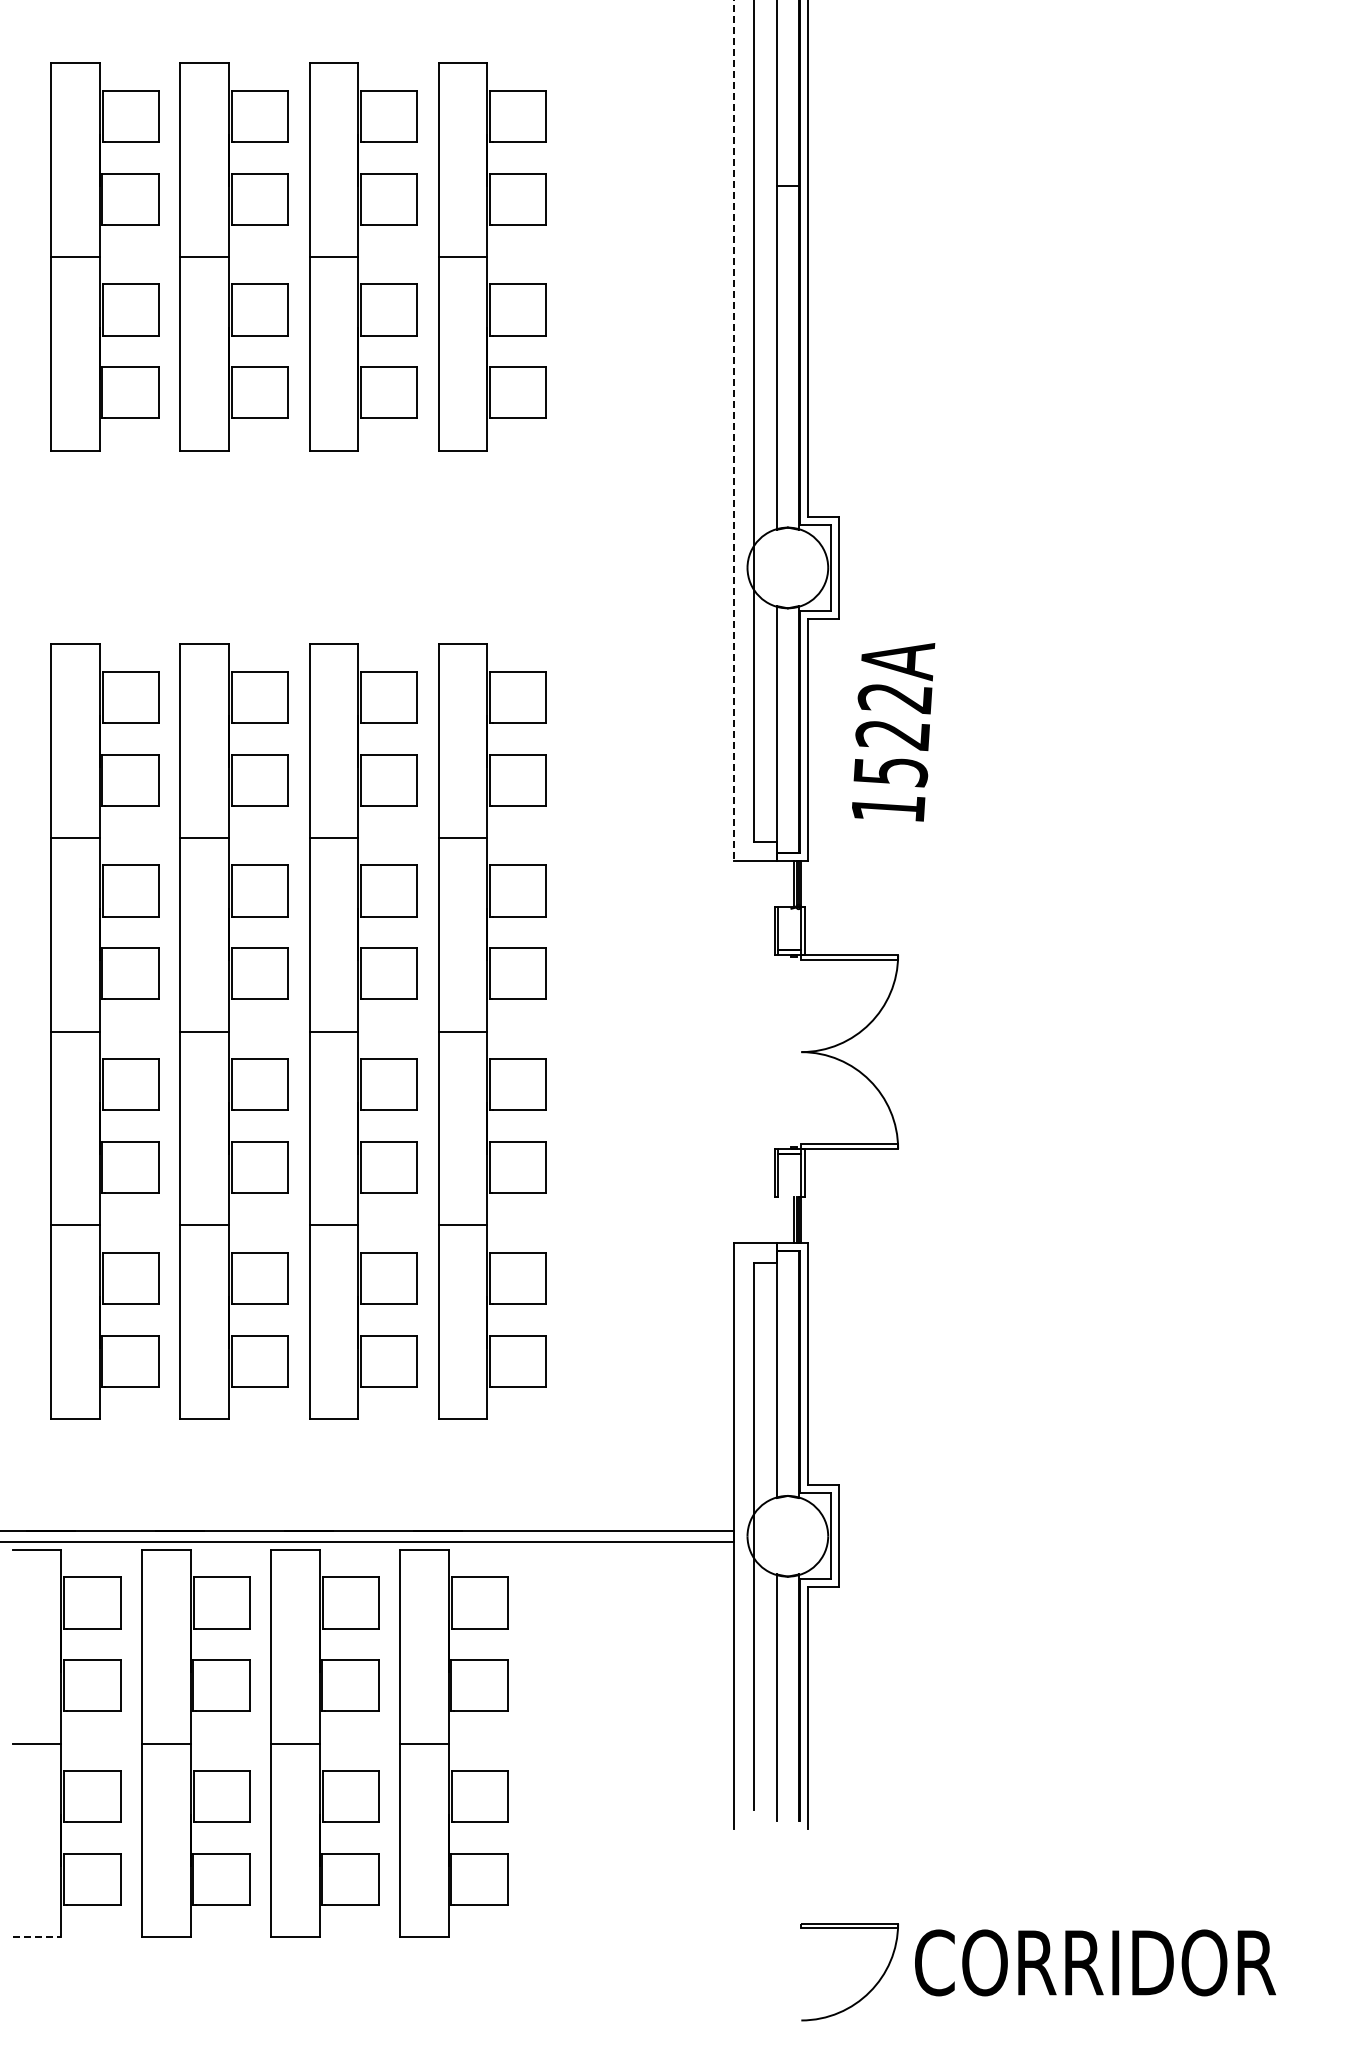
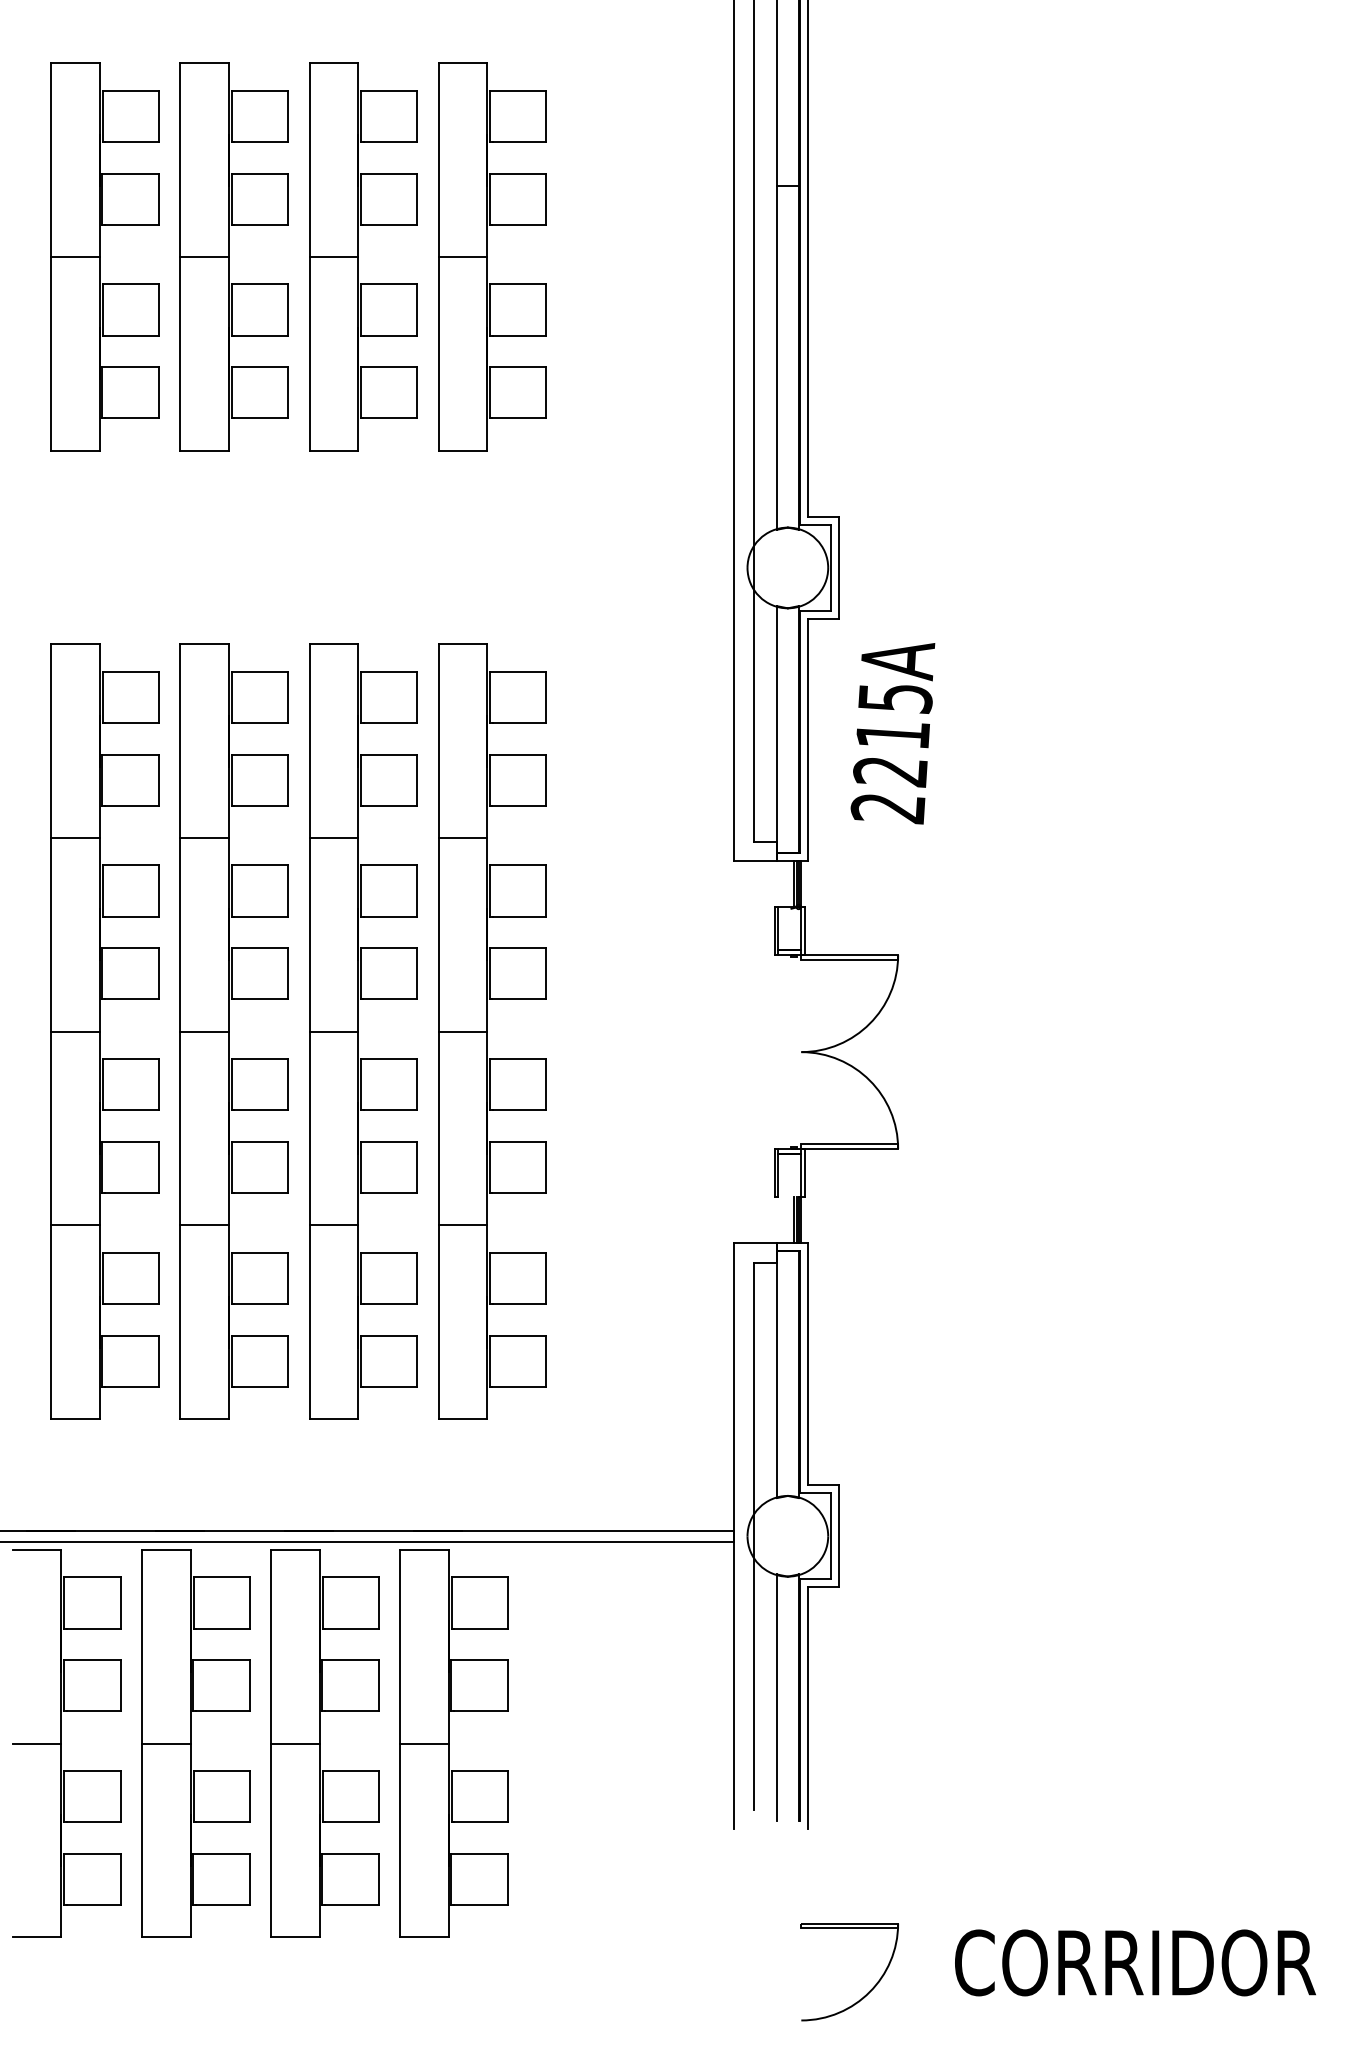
line at (734, 431): dashed -> solid
text at (891, 754): 1522A -> 2215A
line at (37, 1937): dashed -> solid
text at (1095, 1962) position: (1095, 1962) -> (1135, 1962)
